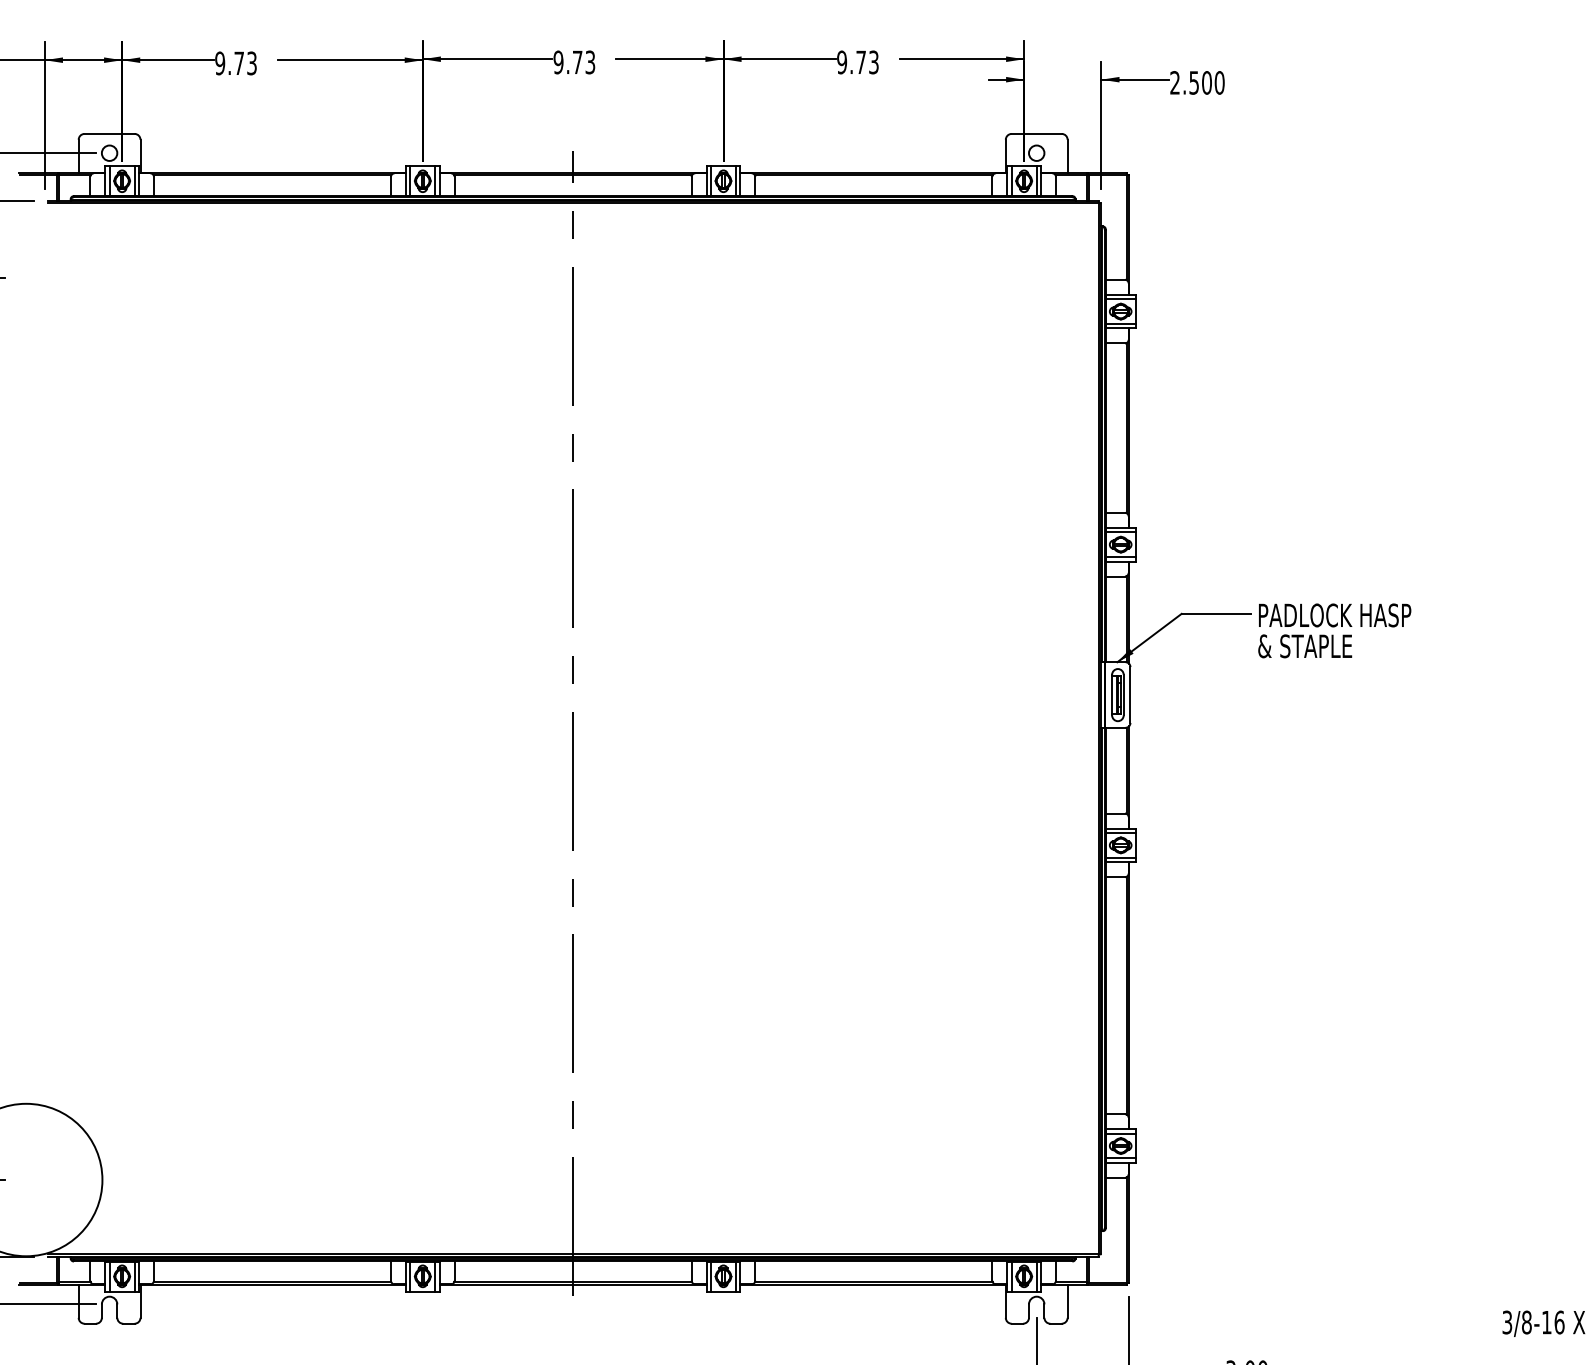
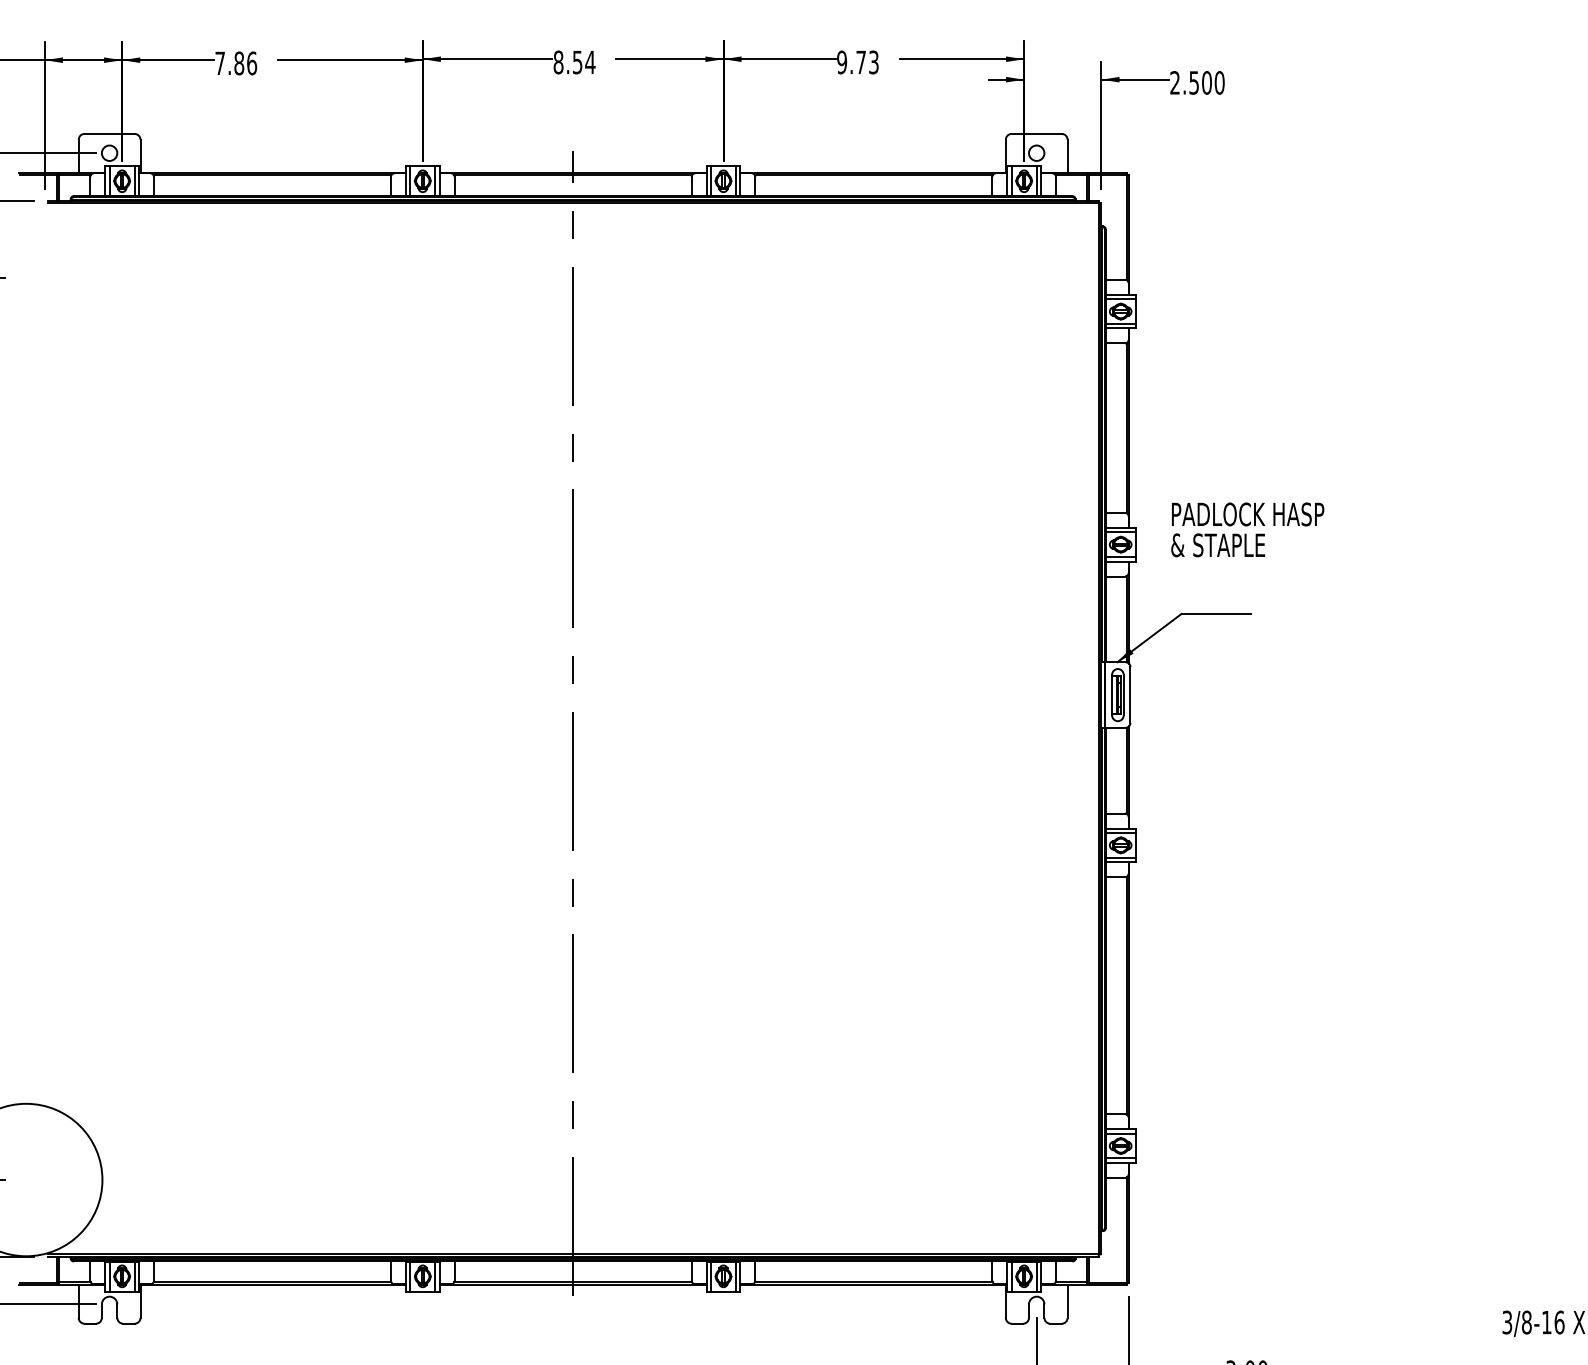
text at (574, 62): 9.73 -> 8.54
text at (236, 63): 9.73 -> 7.86
text at (1334, 630) position: (1334, 630) -> (1247, 529)
